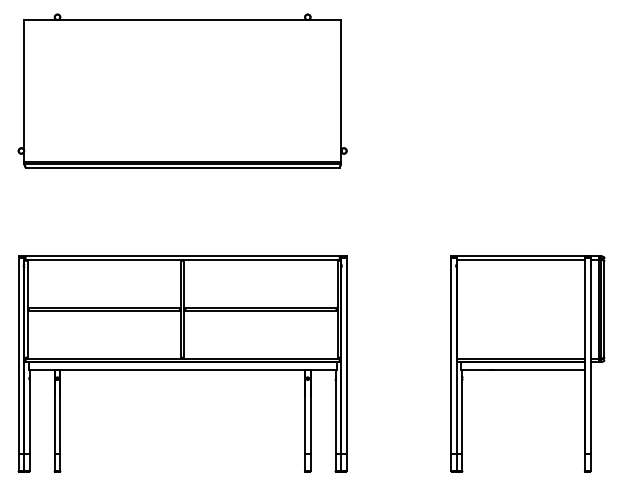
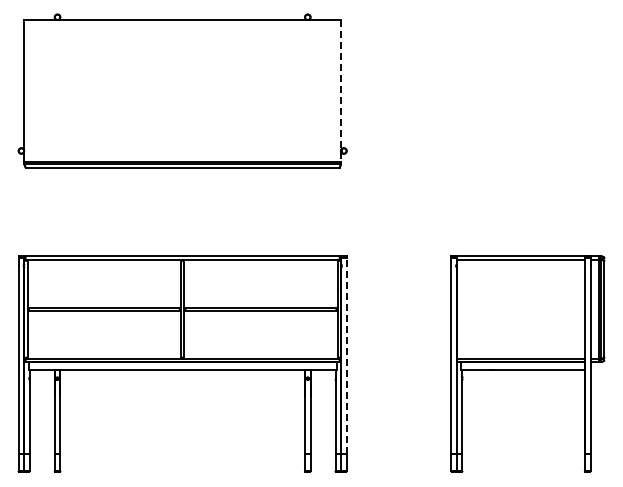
line at (340, 91): solid -> dashed
line at (346, 355): solid -> dashed
